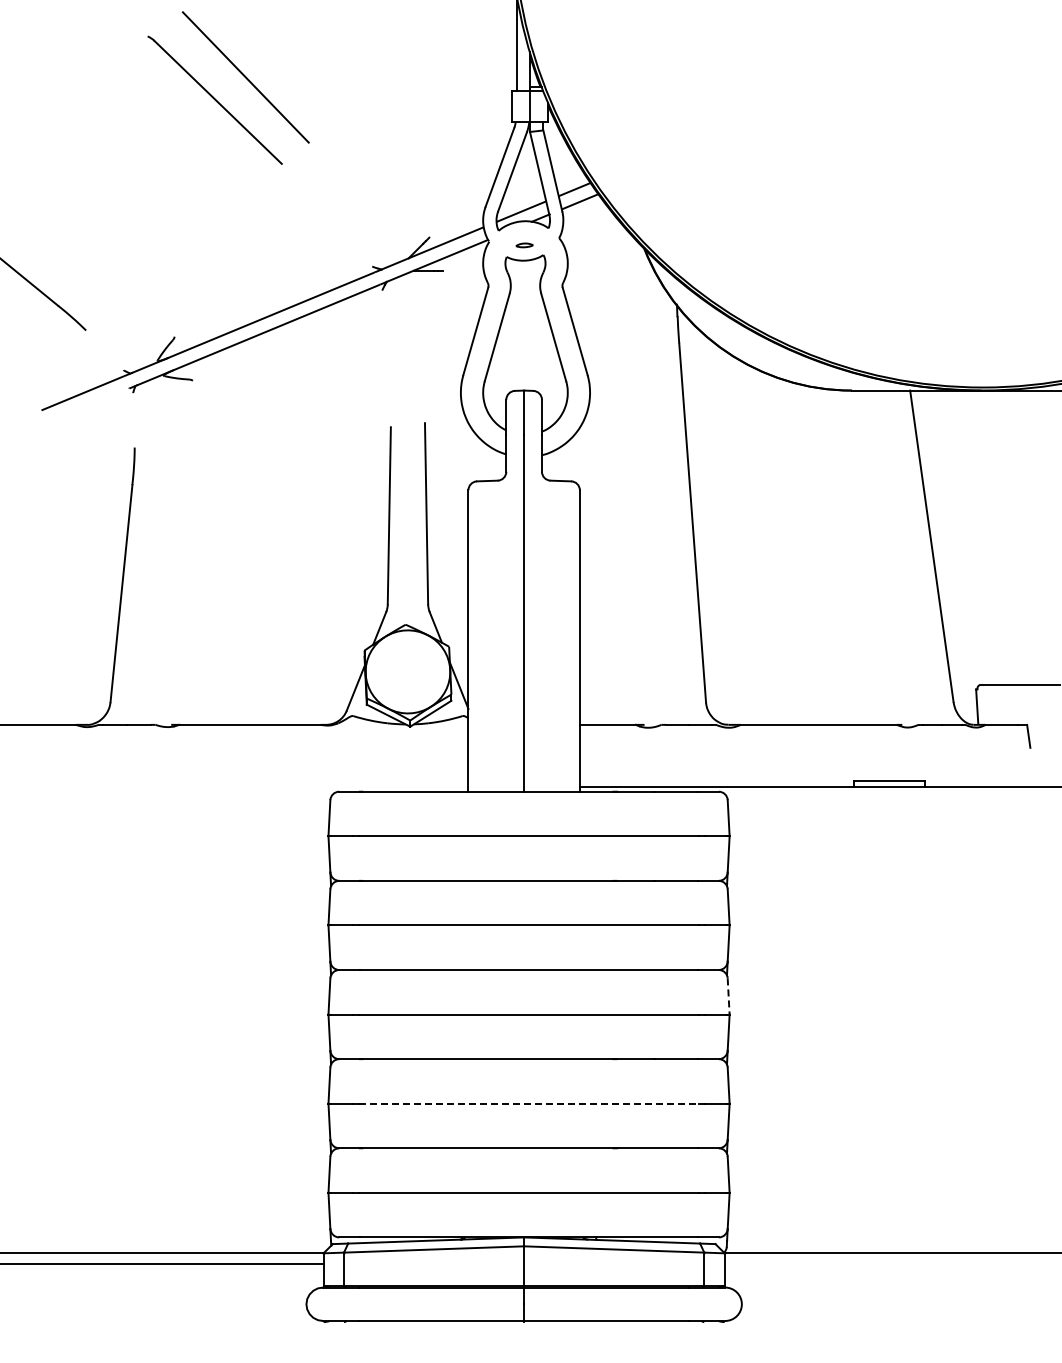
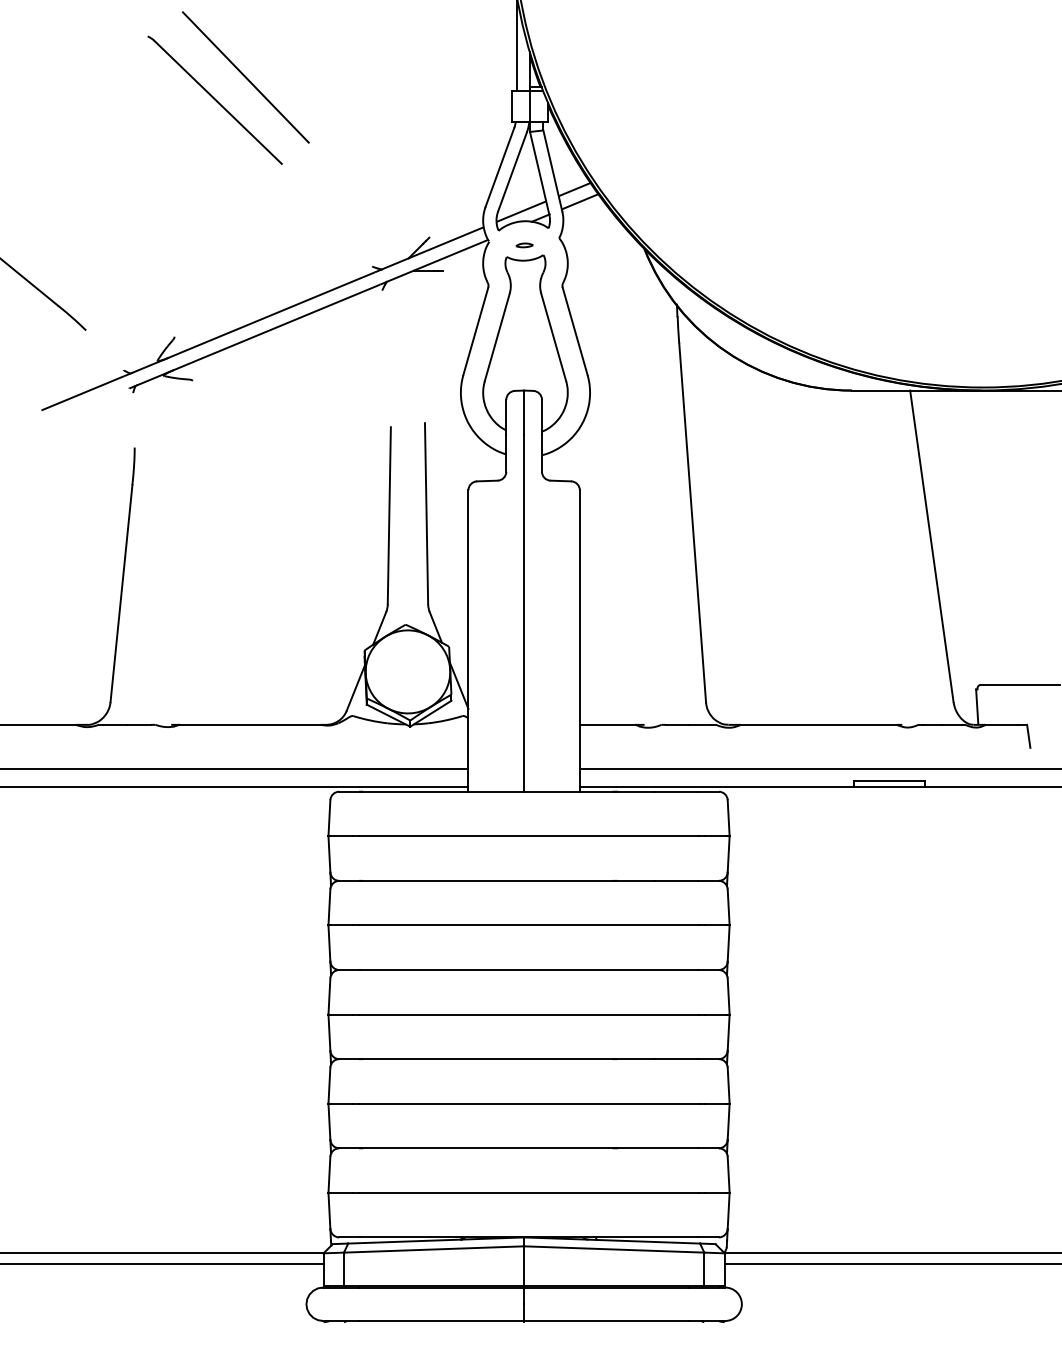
line at (235, 769): none -> present
line at (818, 769): none -> present
line at (235, 787): none -> present
line at (728, 997): dashed -> solid
line at (529, 1103): dashed -> solid
line at (891, 1264): none -> present
